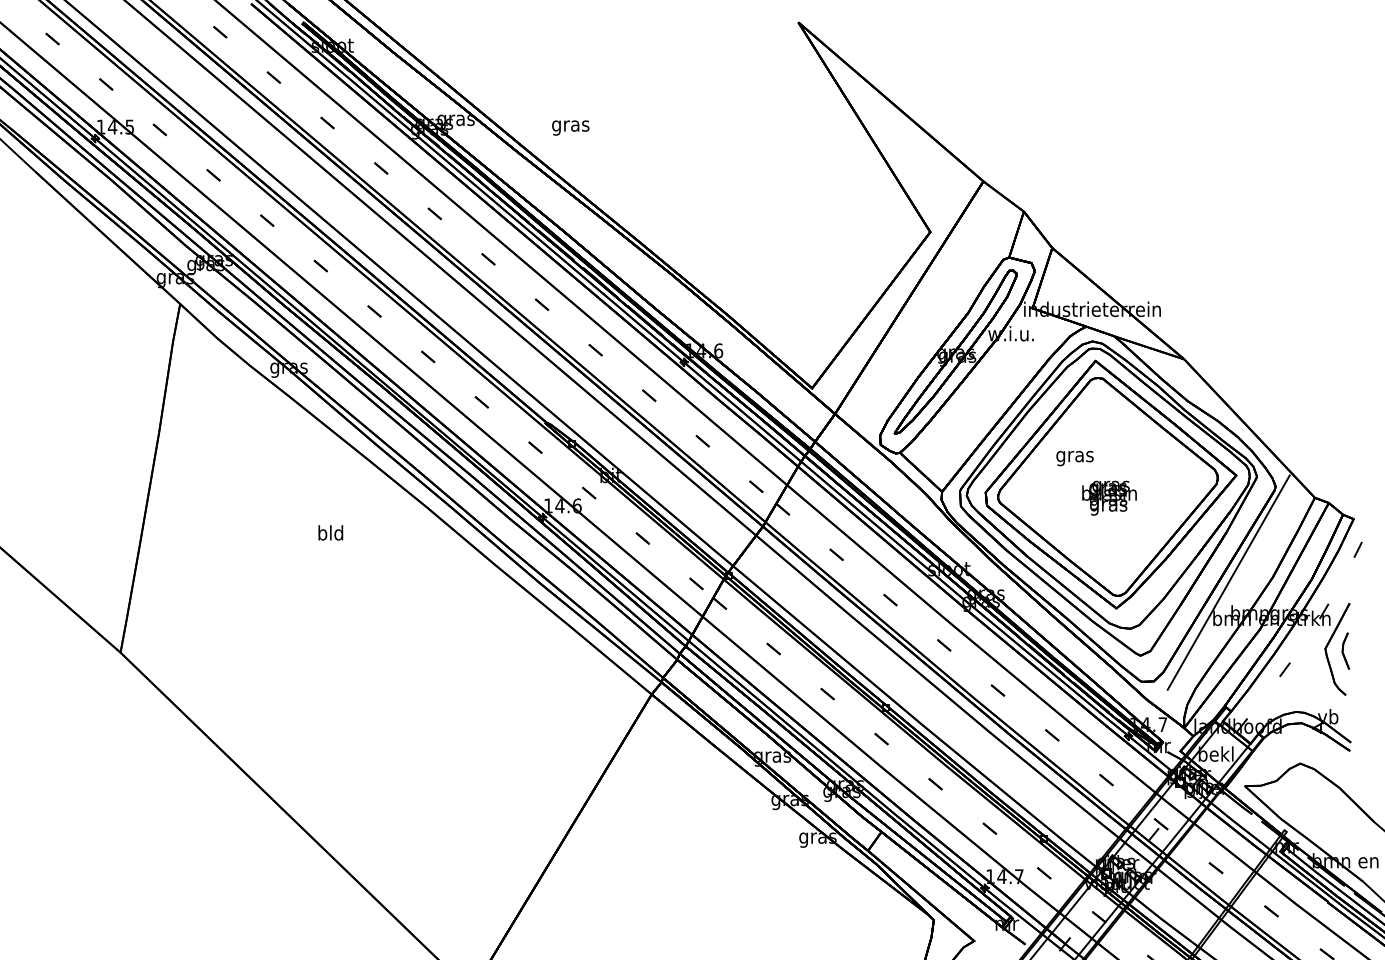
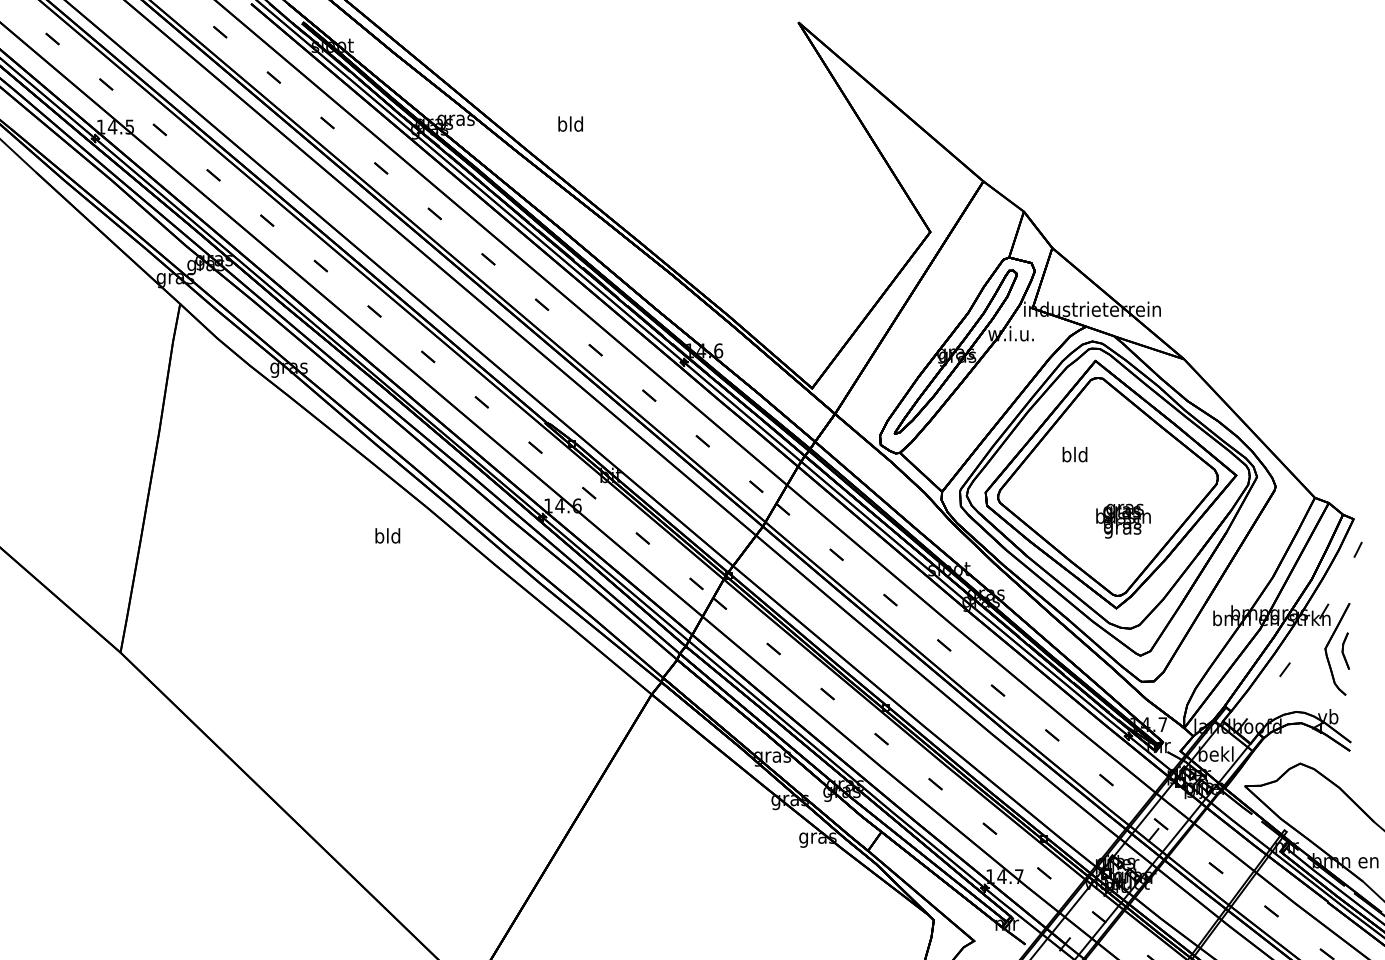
text at (570, 125): gras -> bld
text at (1074, 456): gras -> bld
text at (1109, 497) position: (1109, 497) -> (1123, 520)
text at (330, 532) position: (330, 532) -> (387, 535)
line at (1228, 582): present -> none
